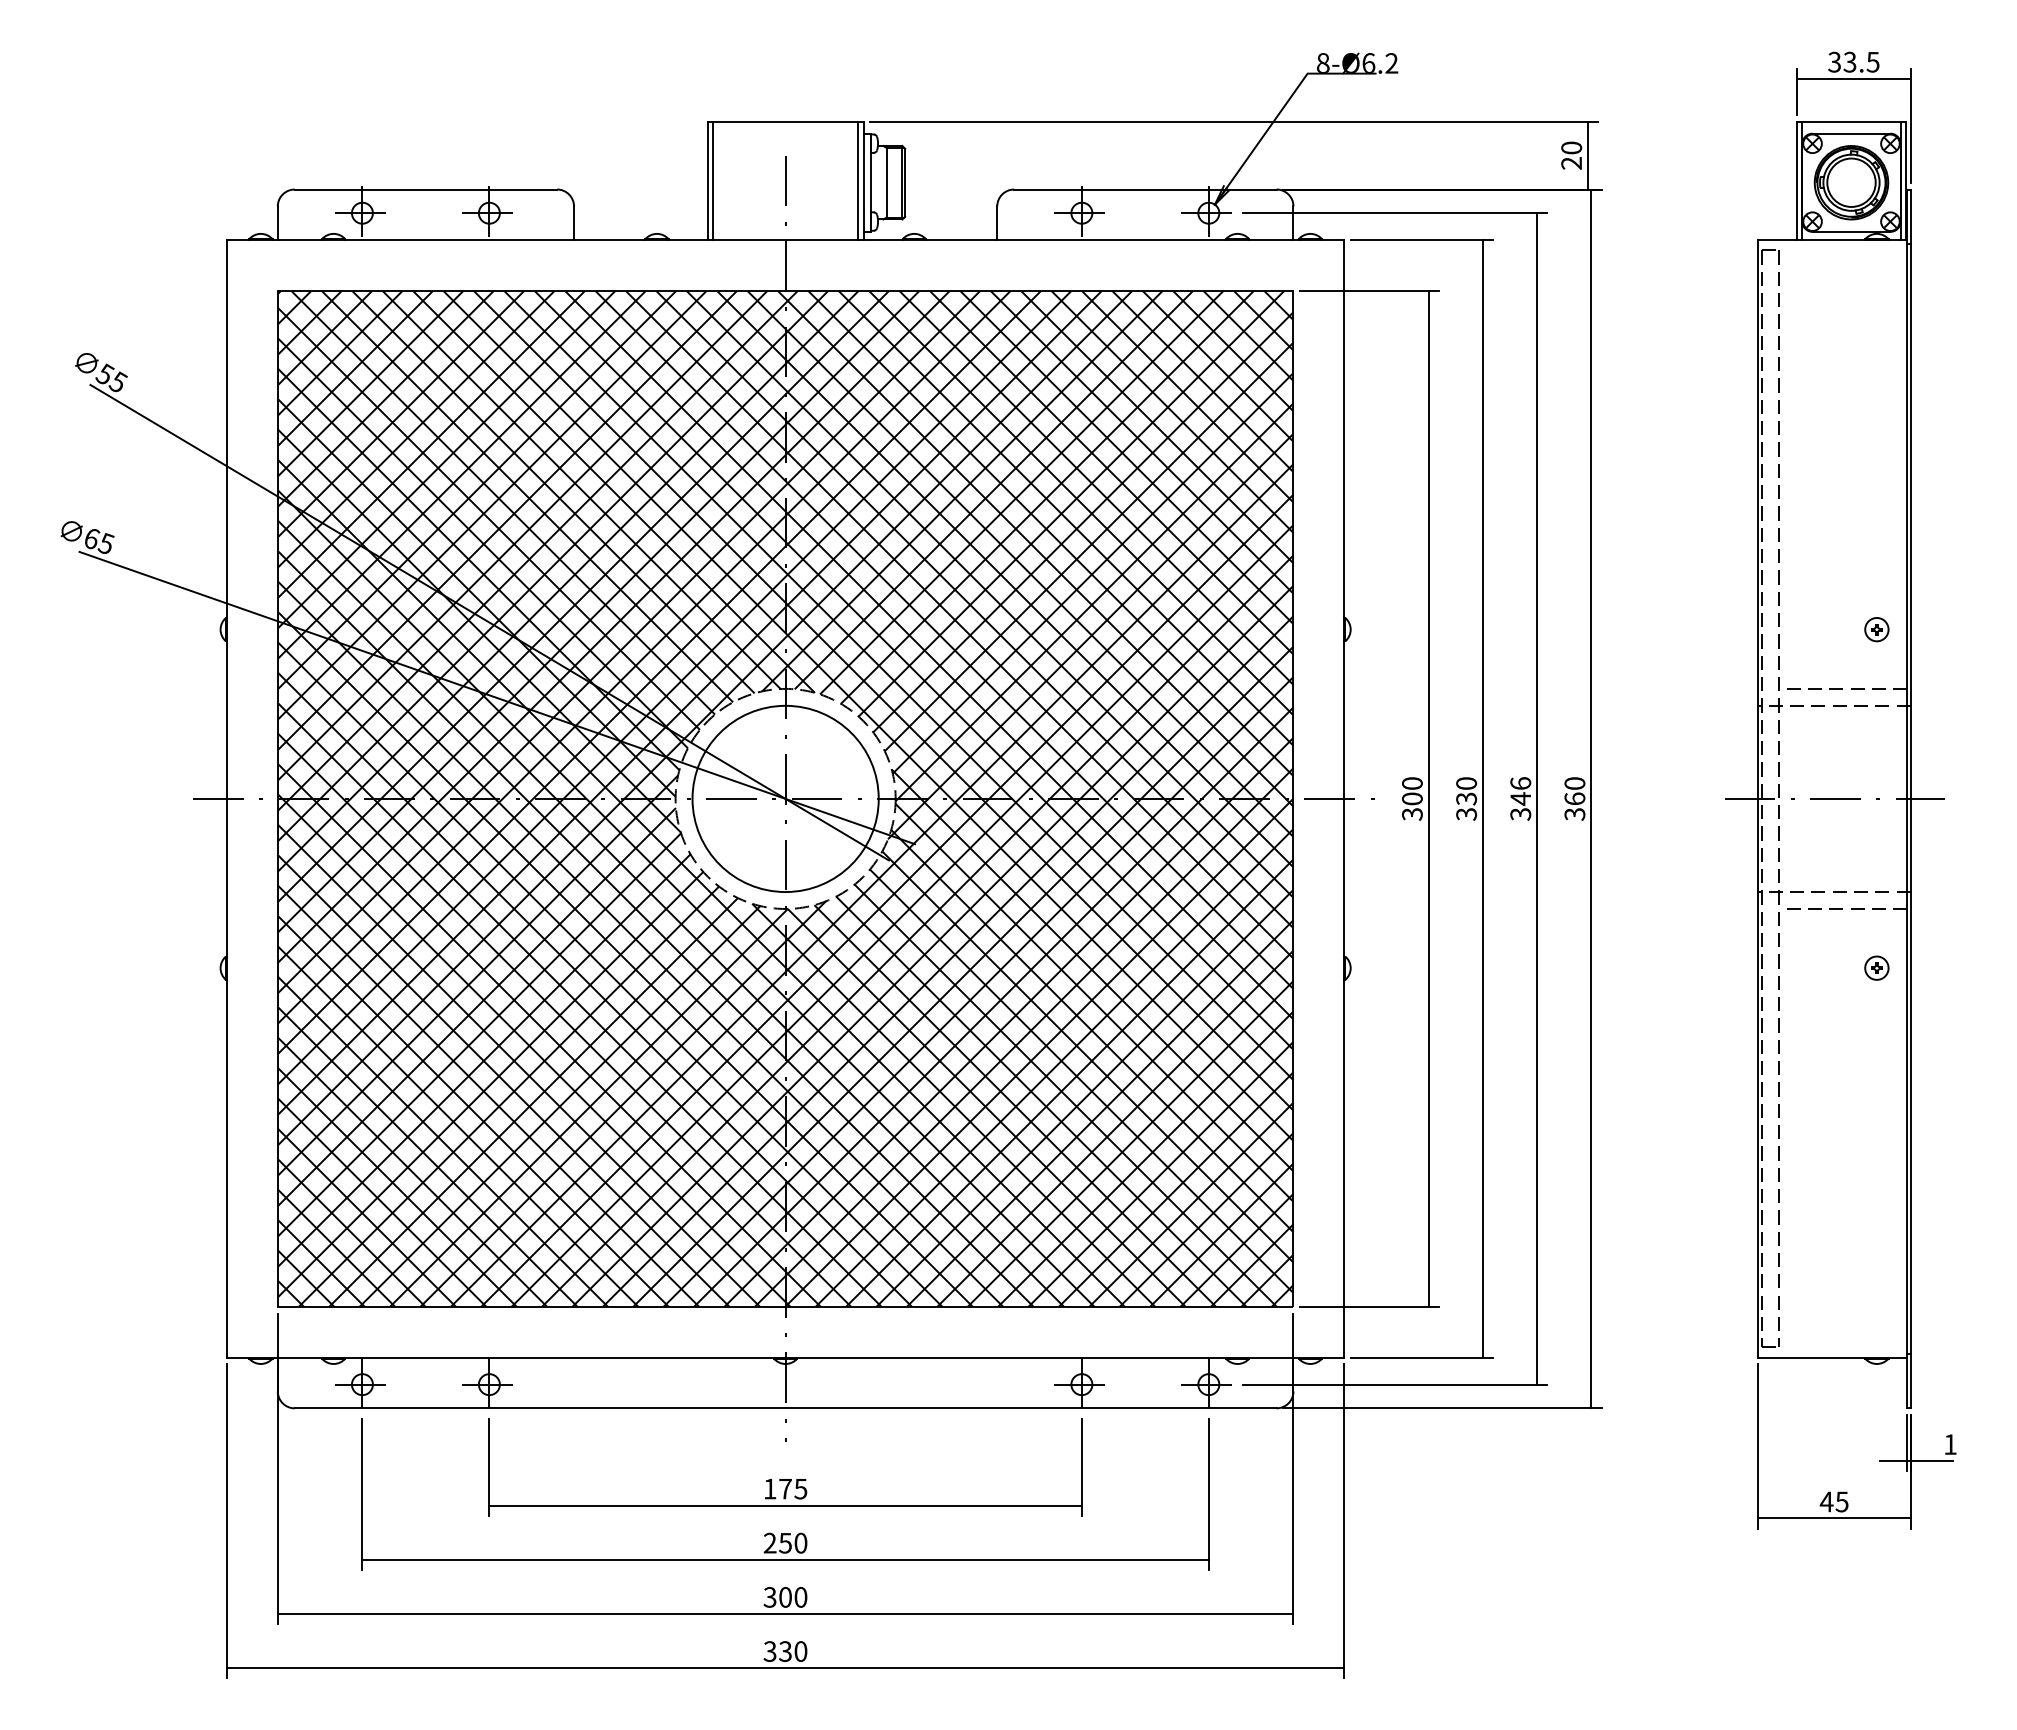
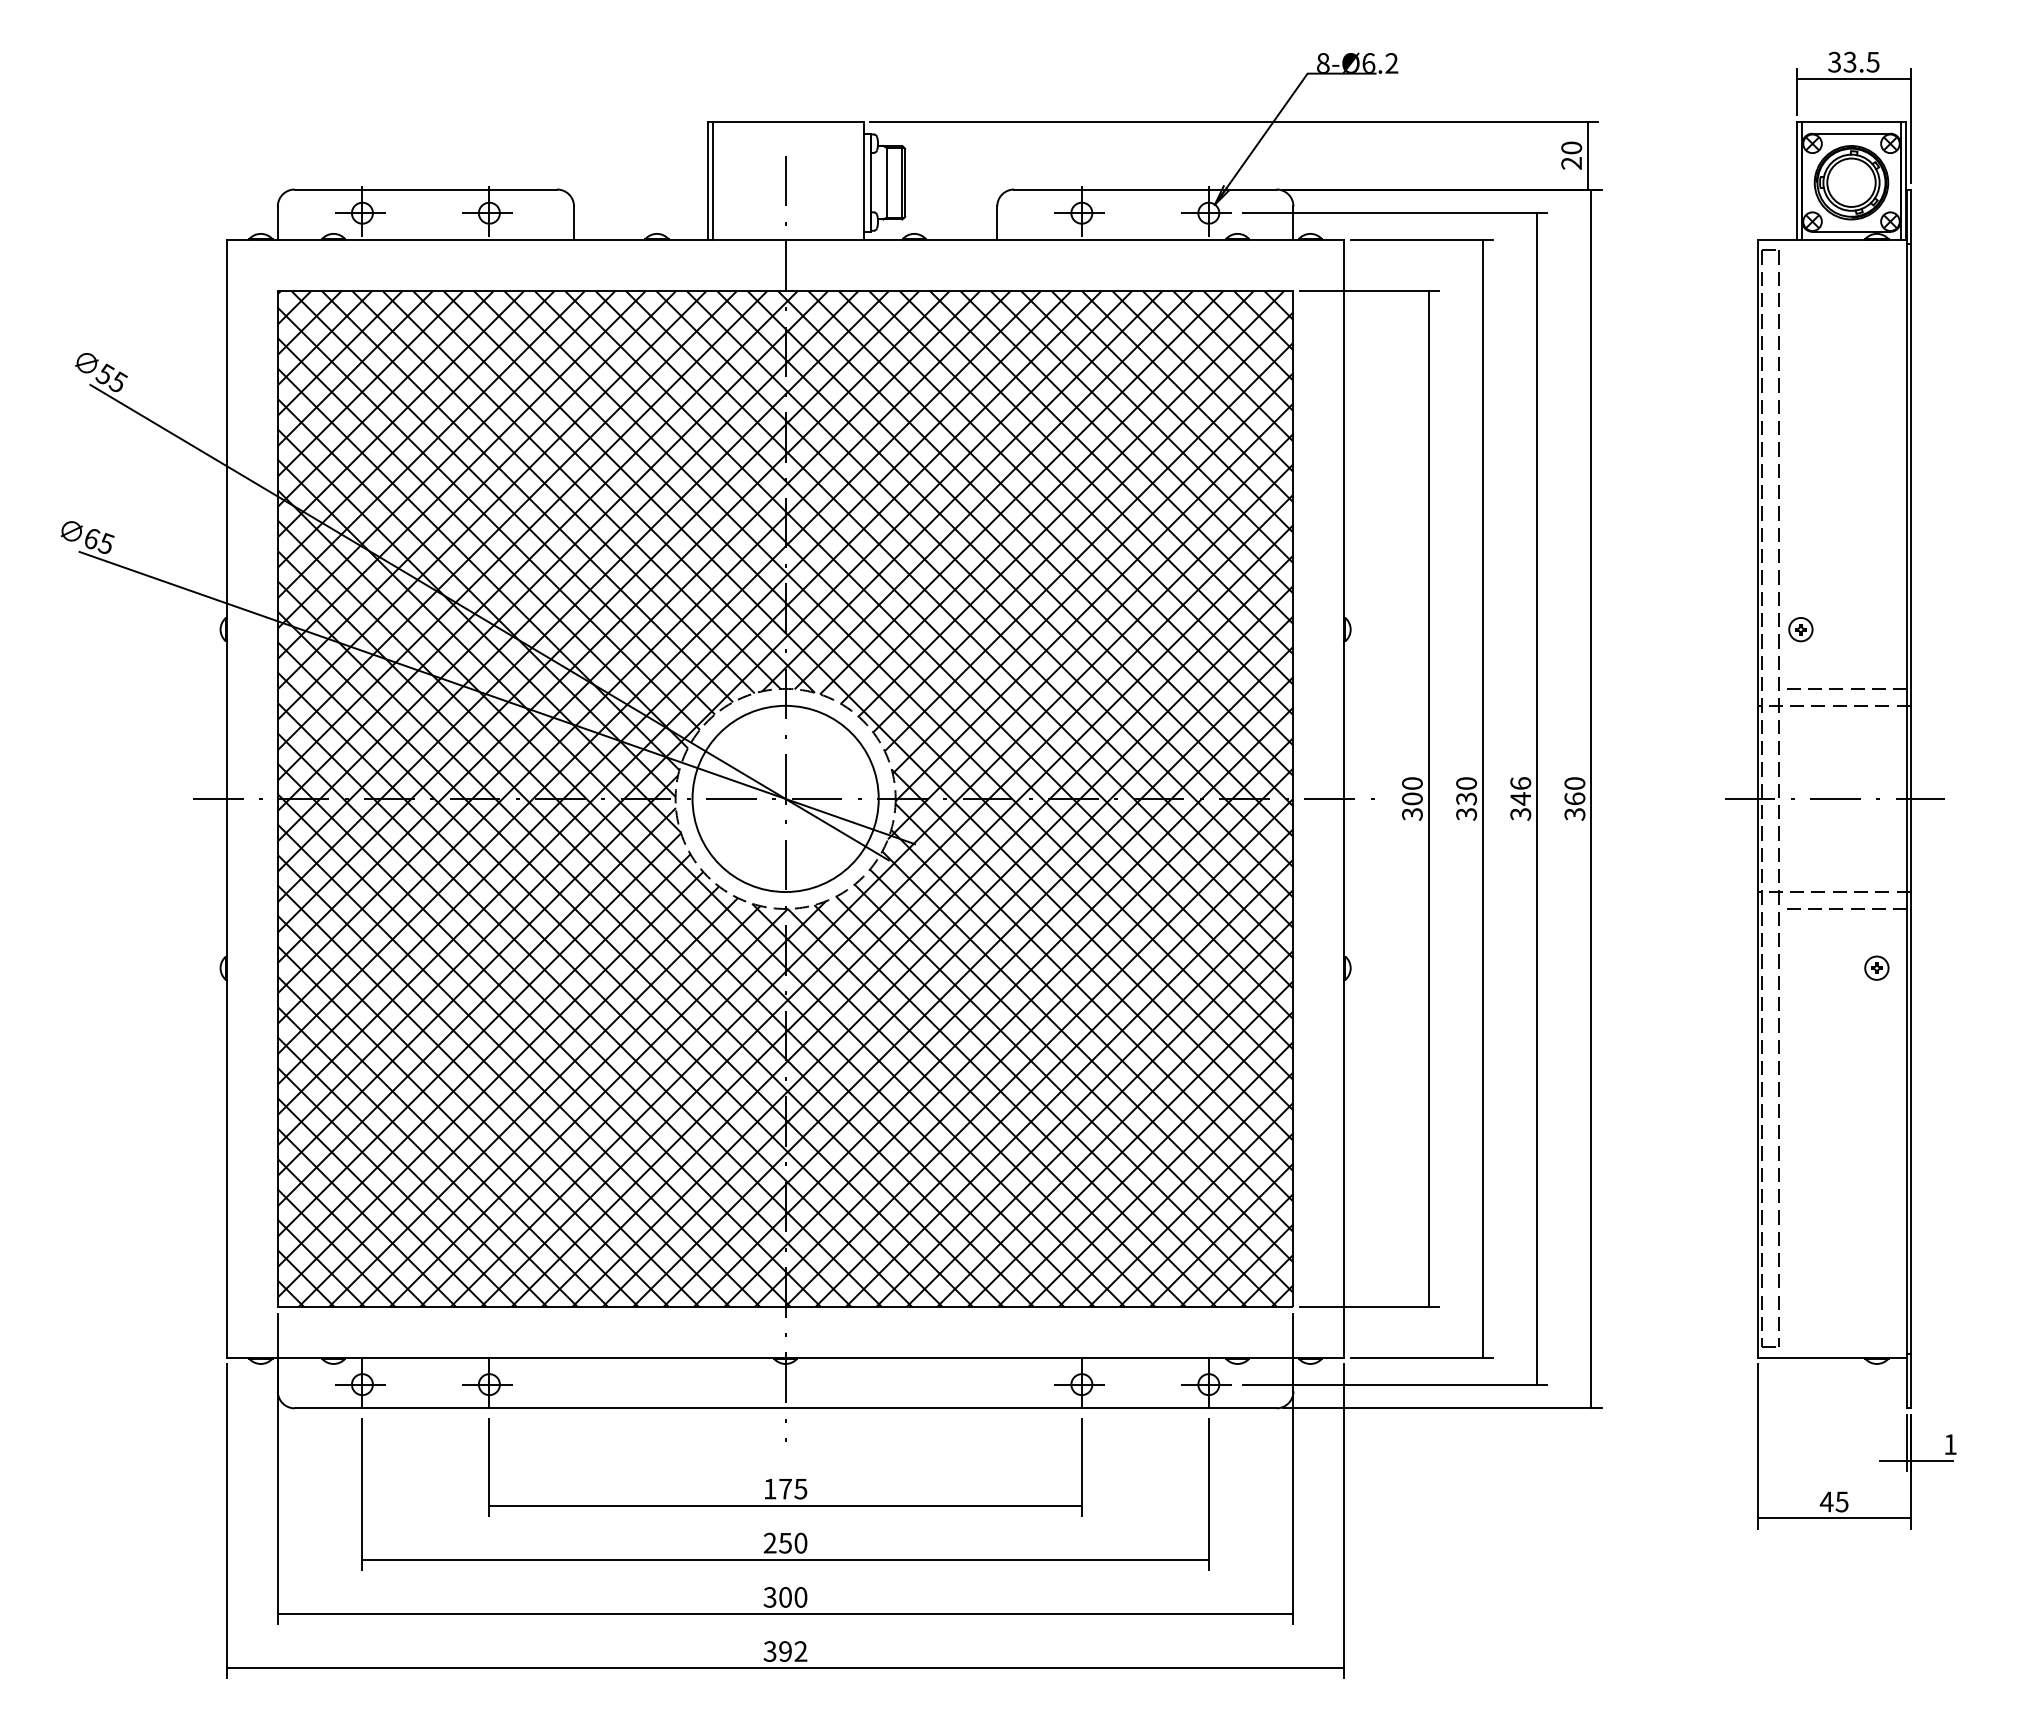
line at (858, 180): present -> none
part at (1876, 629) position: (1876, 629) -> (1800, 629)
text at (793, 1651): 330 -> 392
